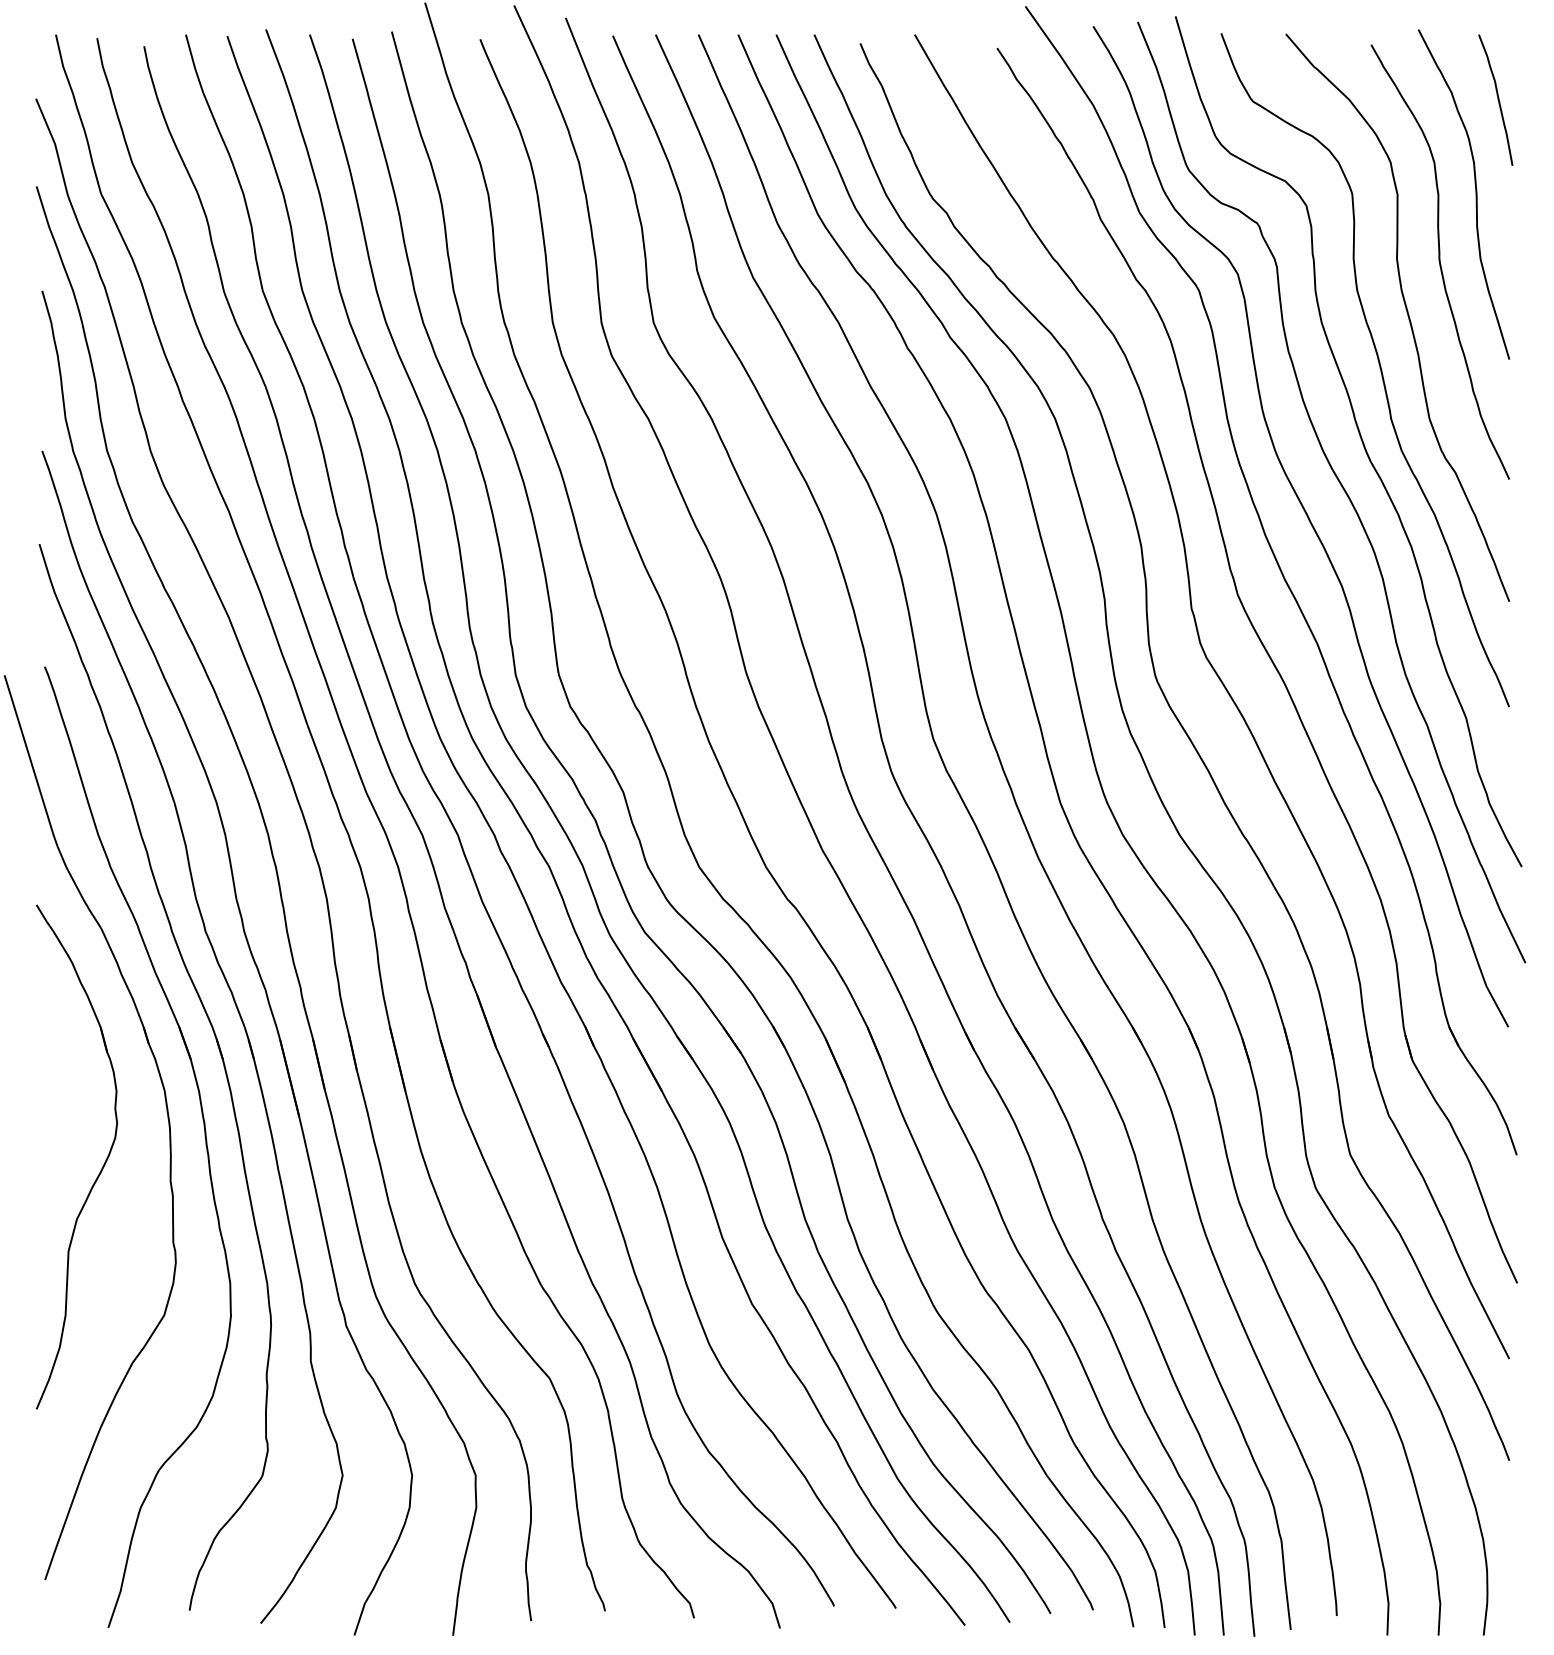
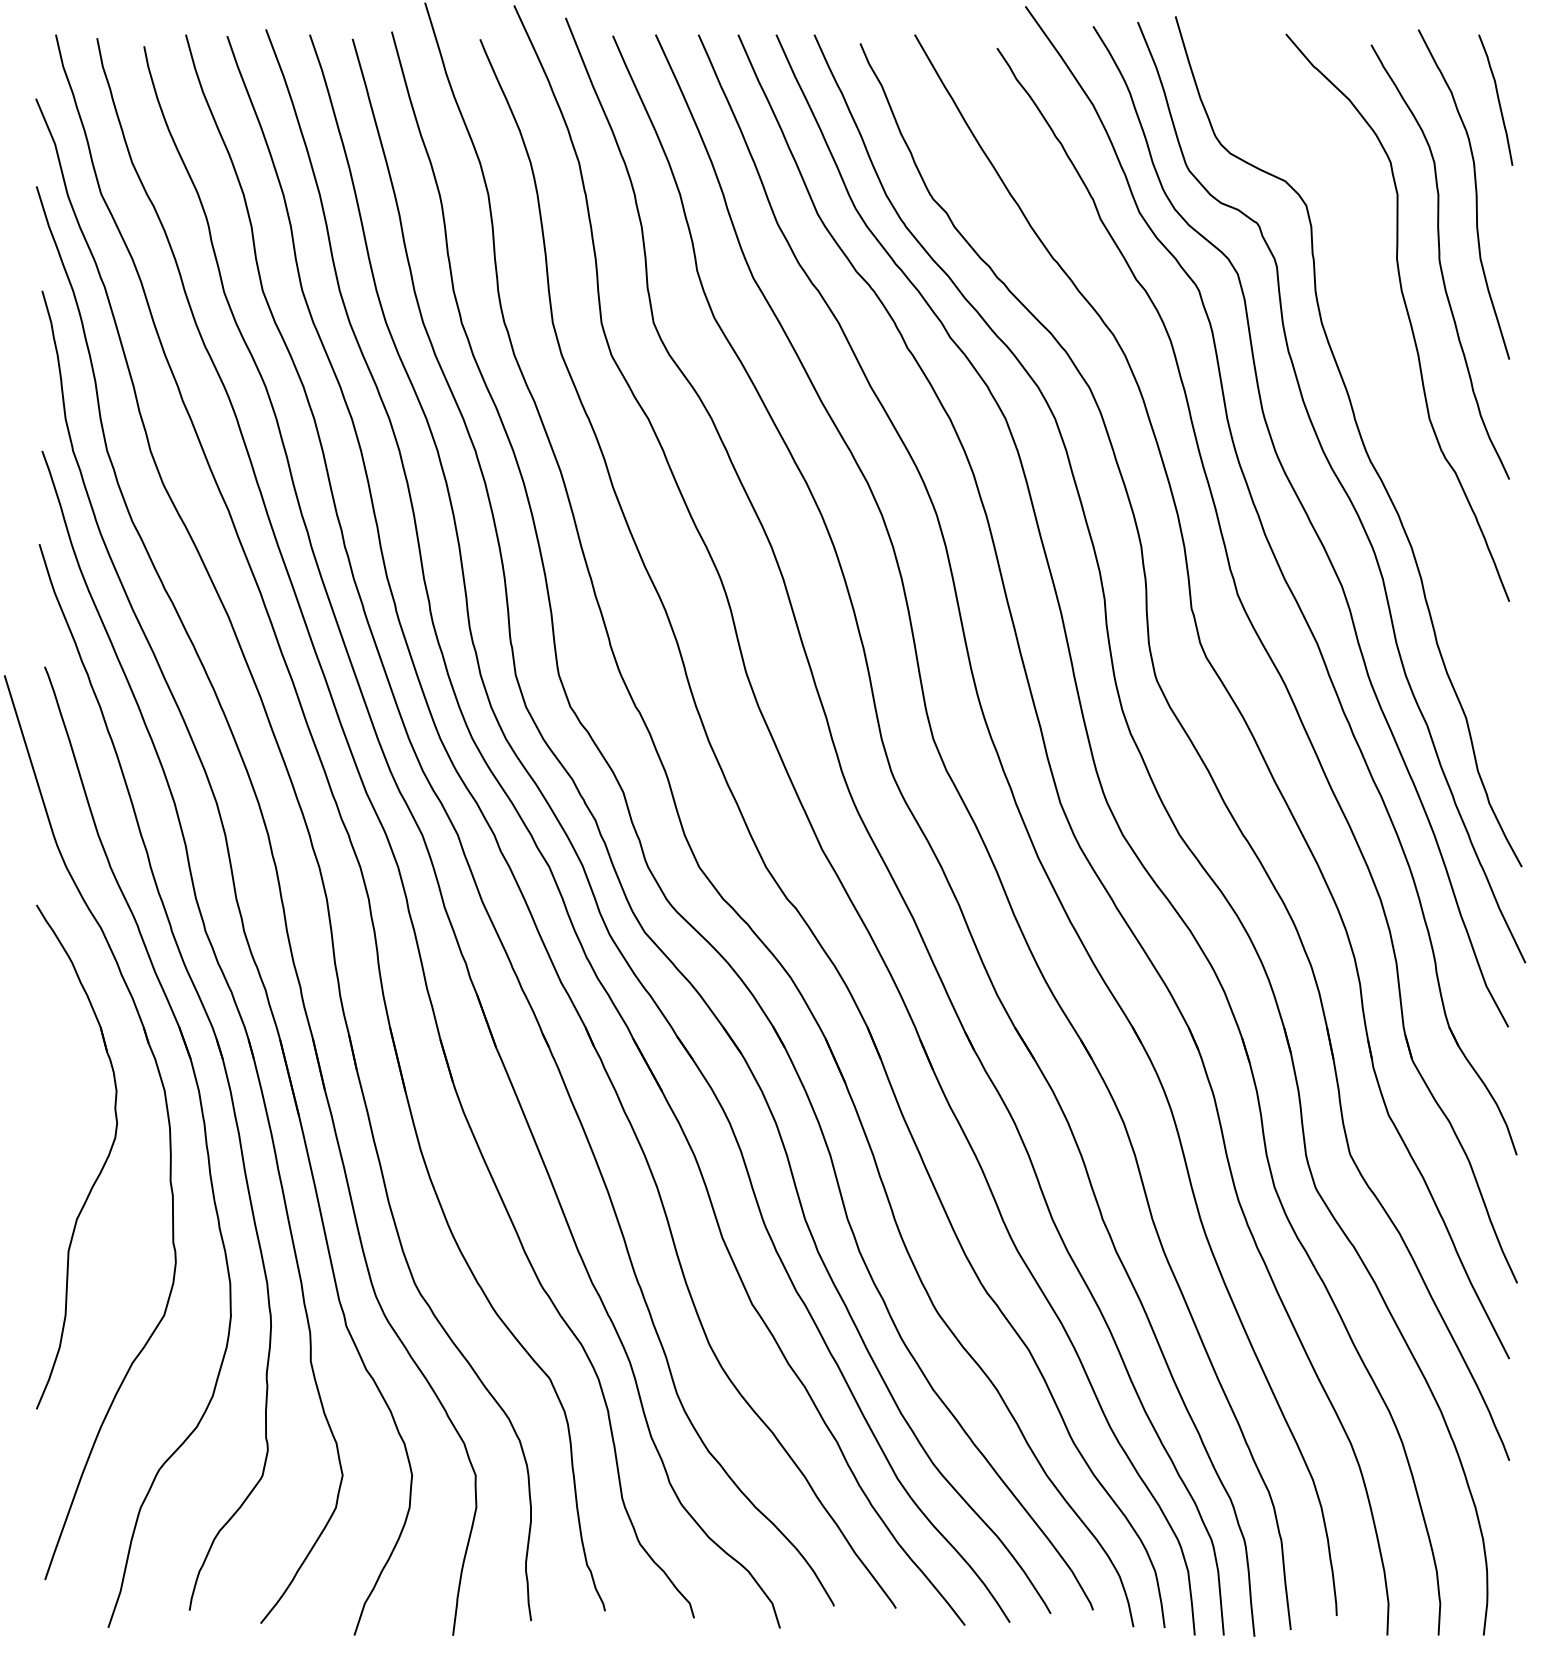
curve at (1379, 368): present -> none
